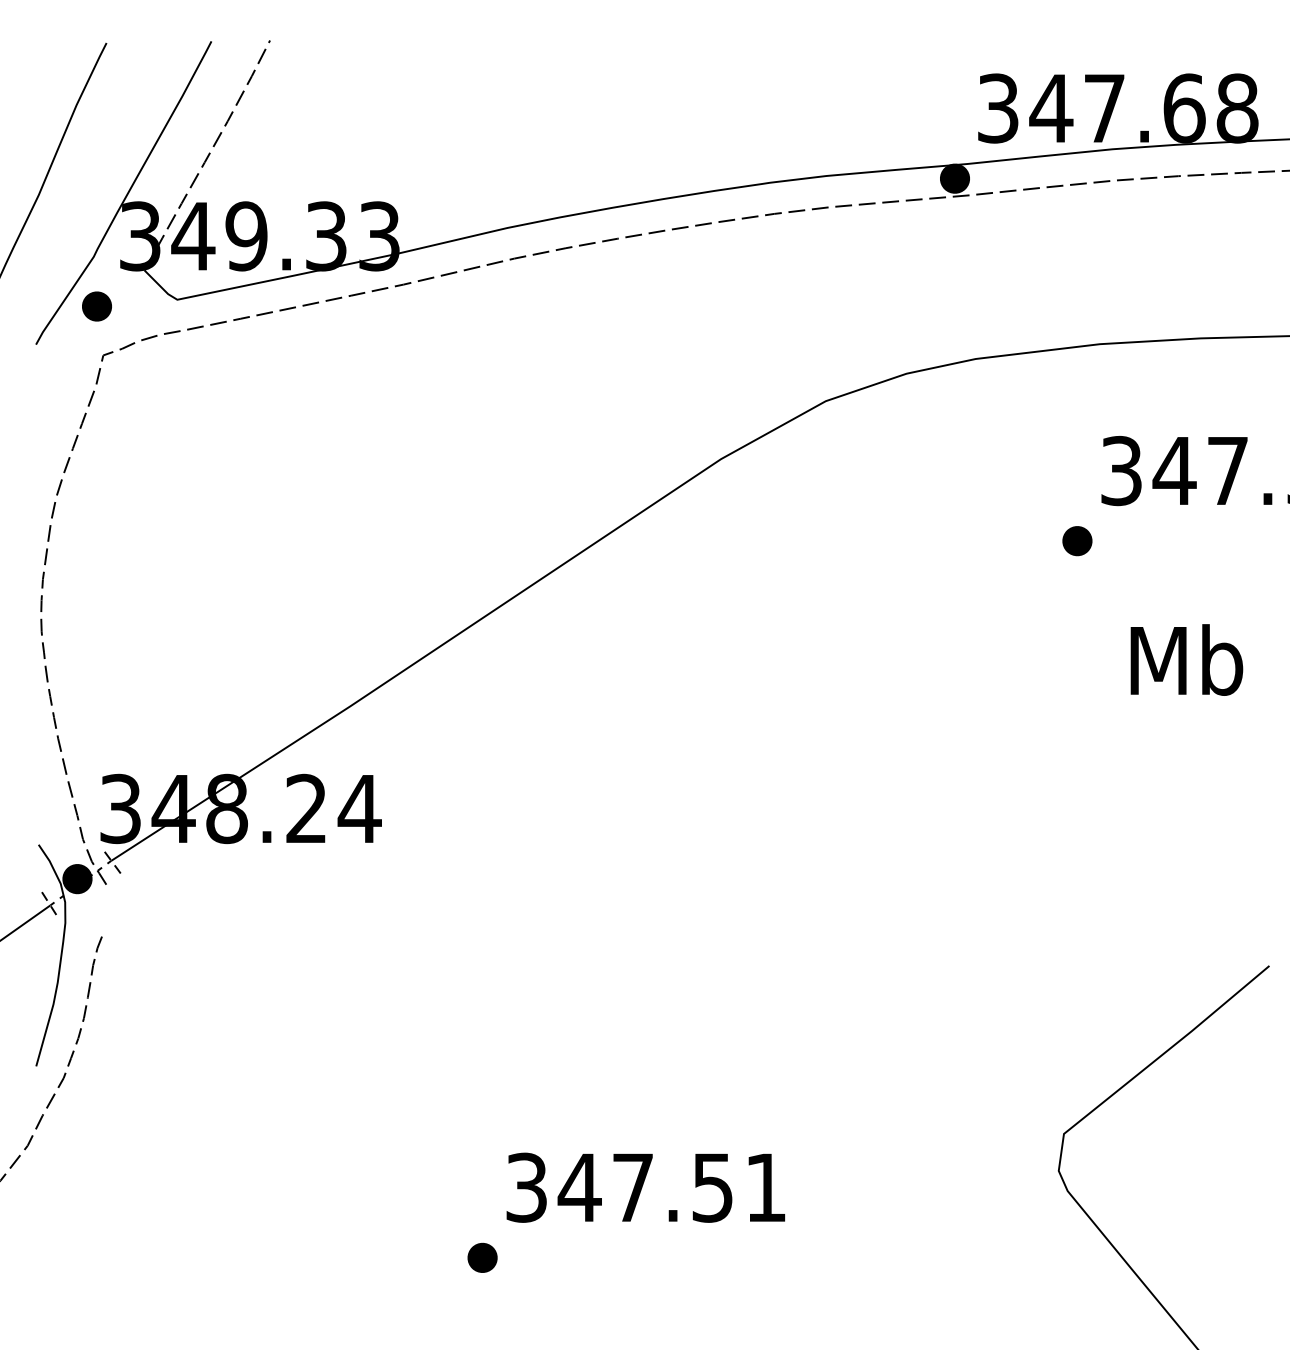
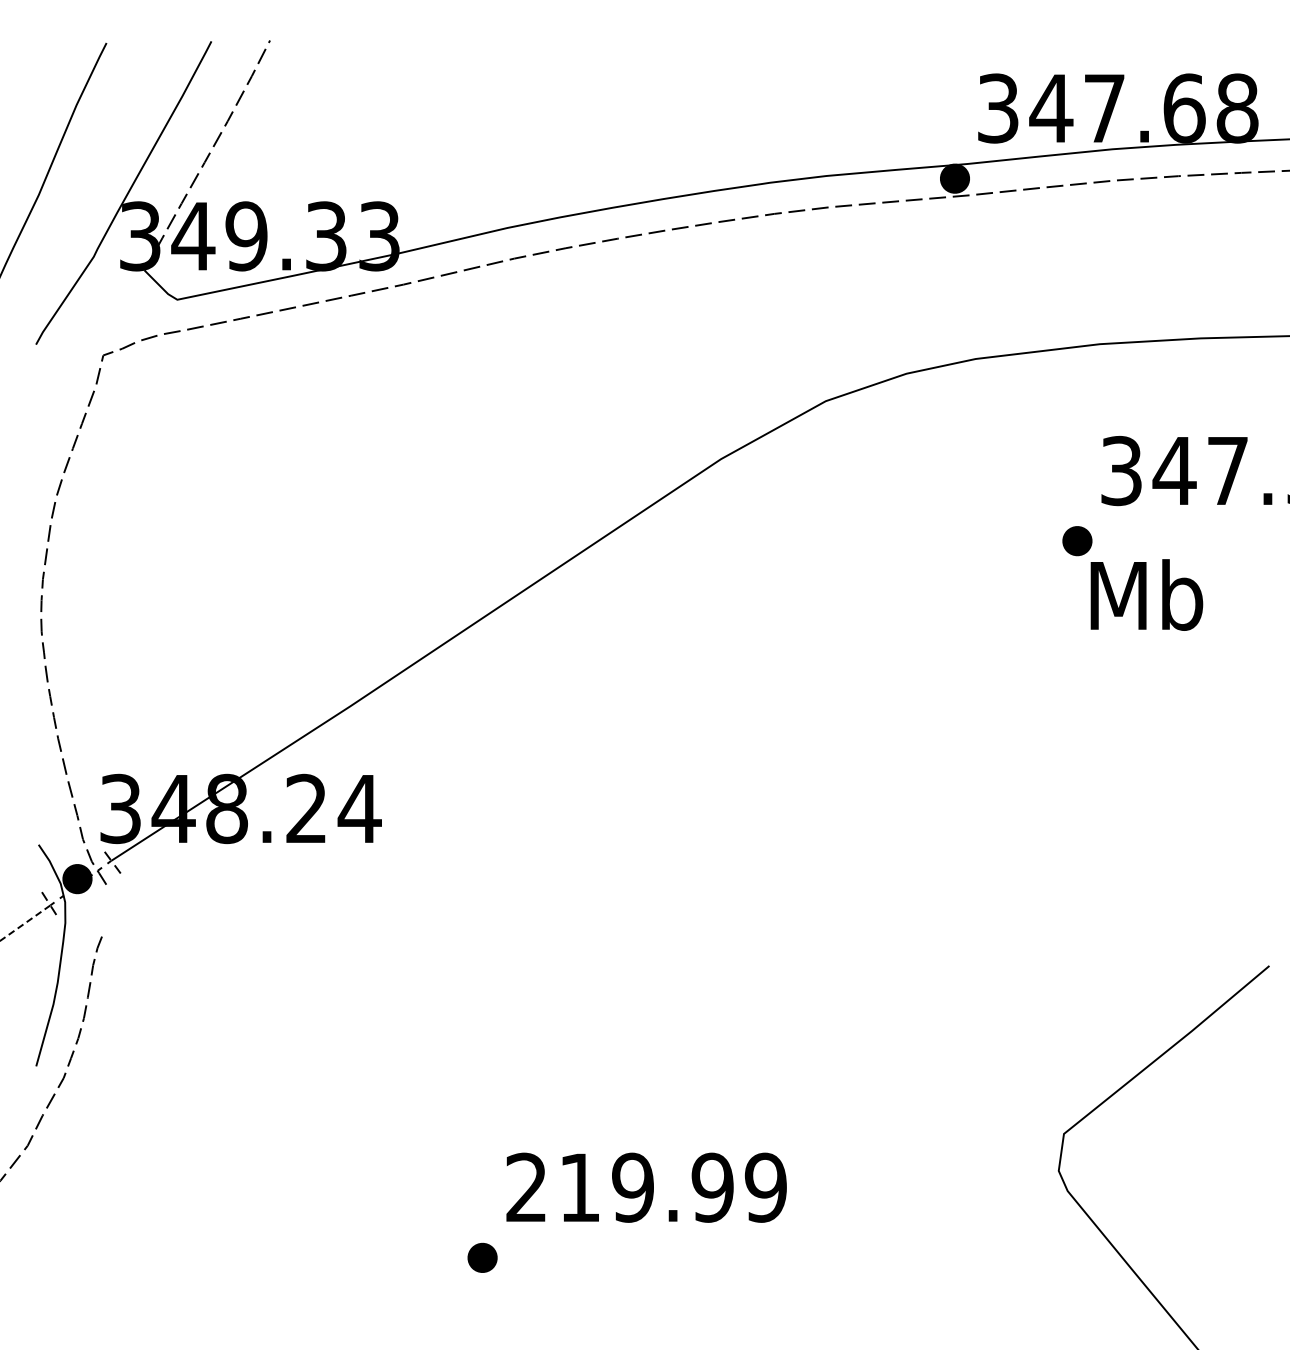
part at (96, 306): present -> none
text at (1186, 659) position: (1186, 659) -> (1146, 594)
line at (25, 923): solid -> dashed
text at (646, 1187): 347.51 -> 219.99
